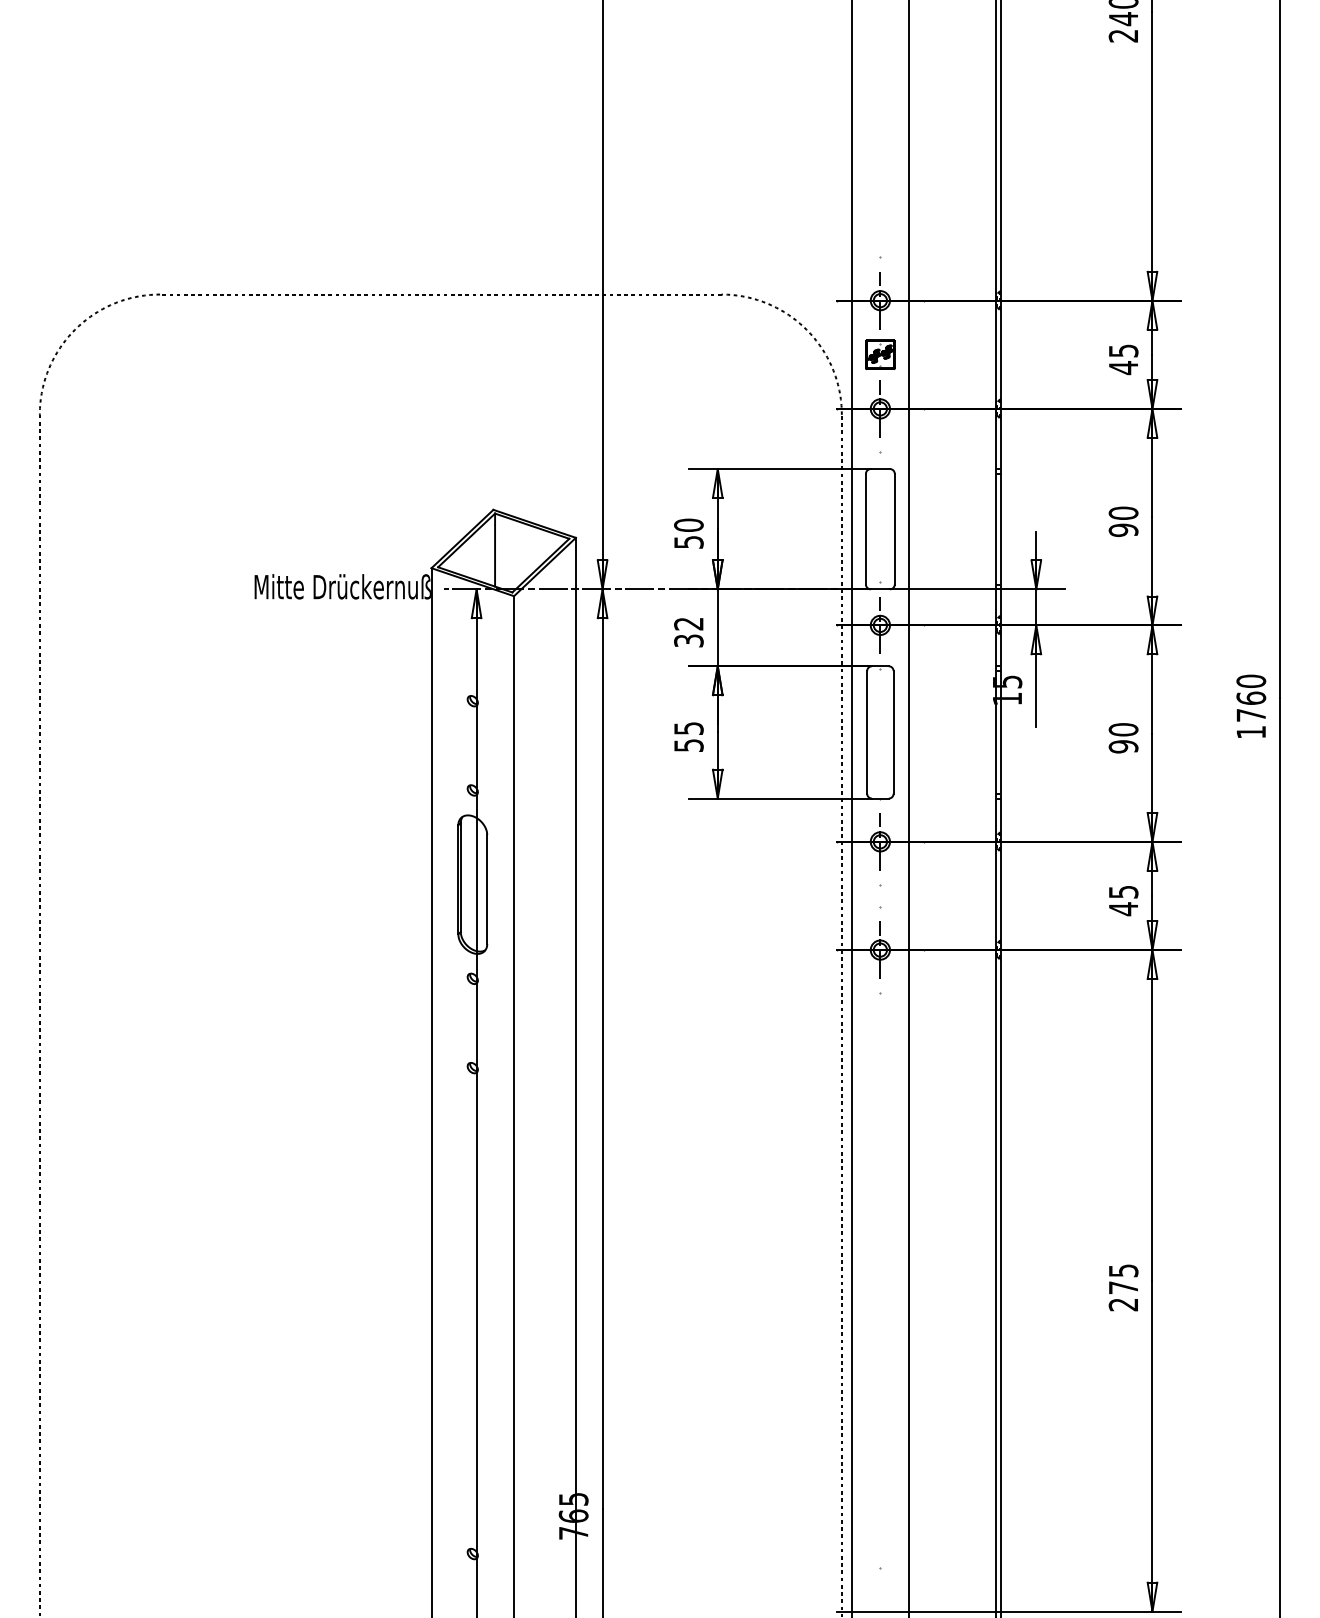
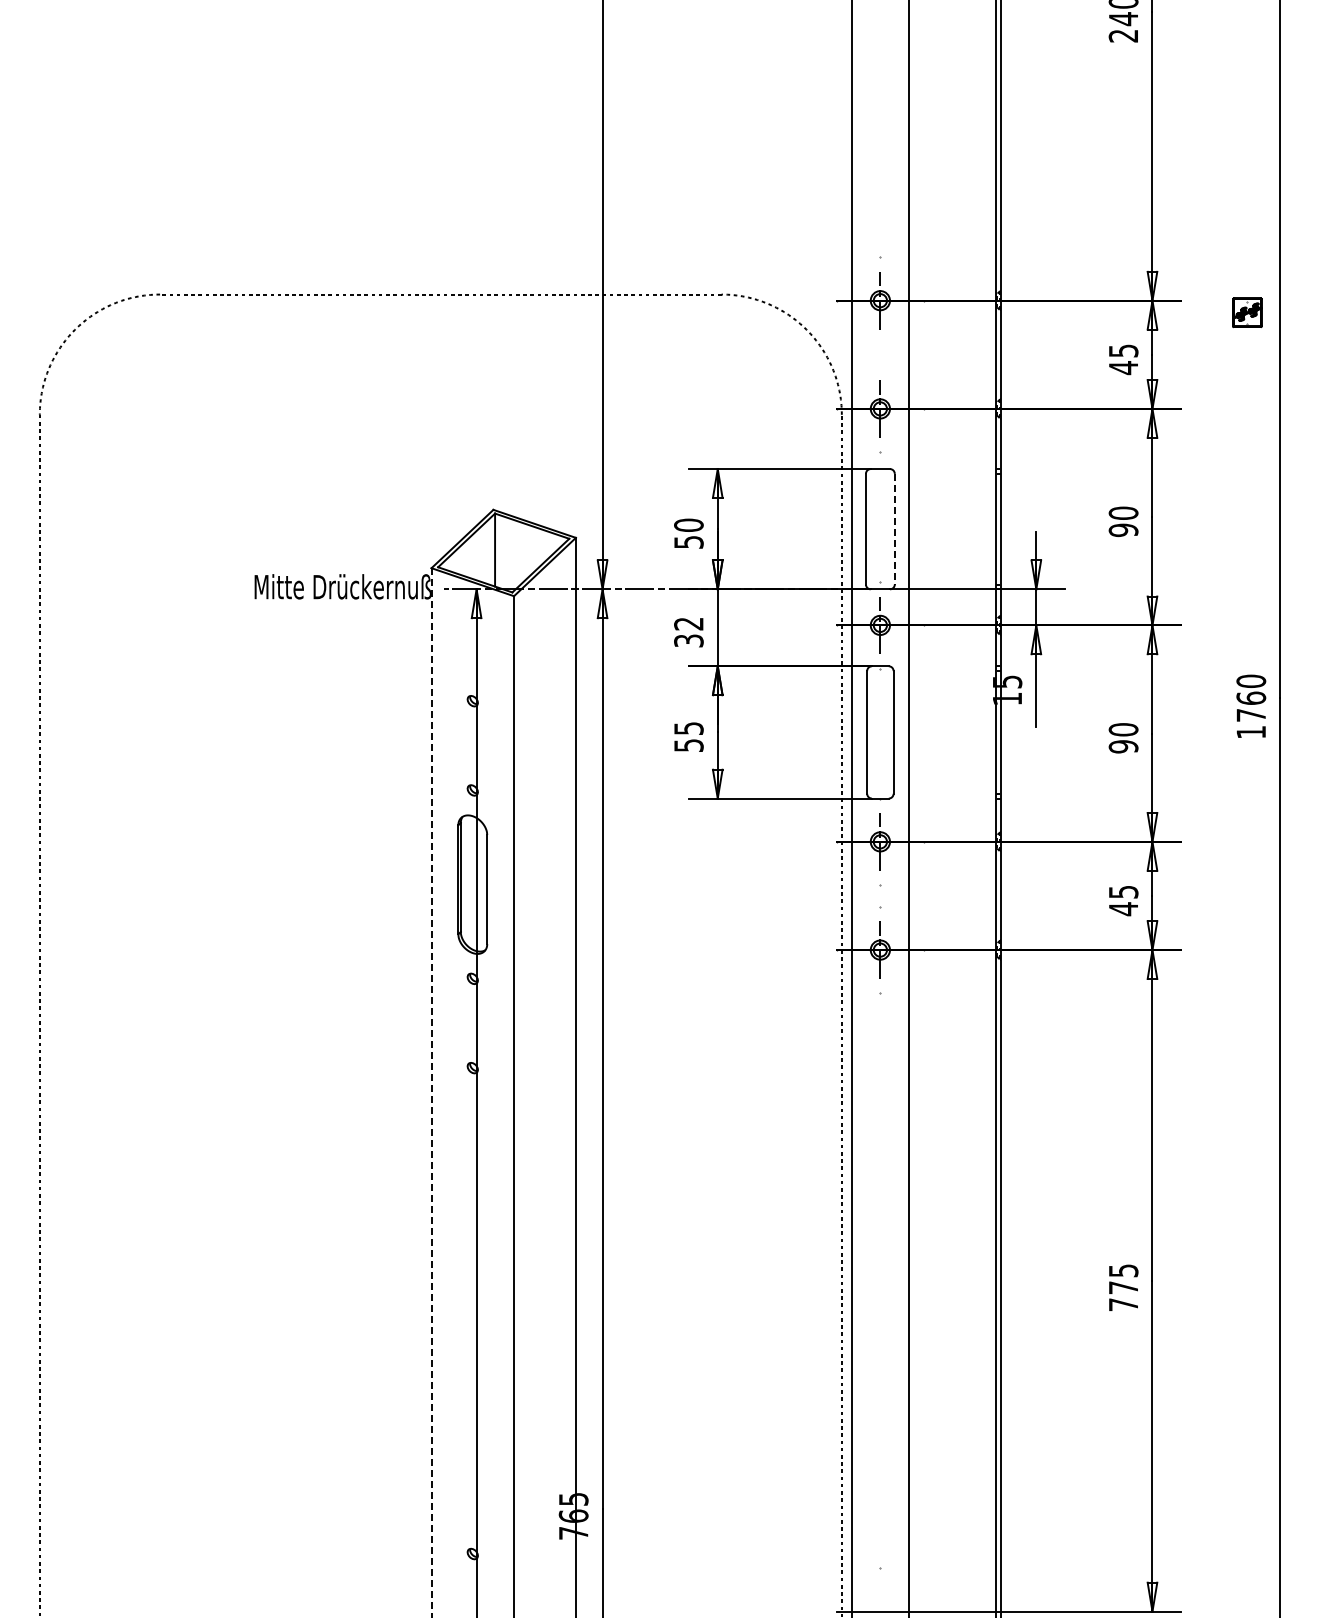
part at (880, 354) position: (880, 354) -> (1247, 312)
line at (894, 529): solid -> dashed
line at (431, 1092): solid -> dashed
text at (1122, 1304): 275 -> 775
